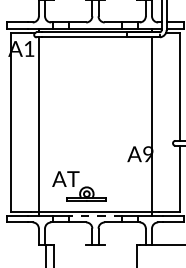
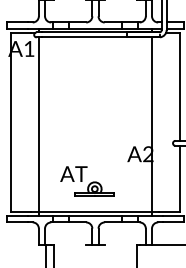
text at (148, 155): A9 -> A2
part at (79, 186) position: (79, 186) -> (87, 181)
line at (95, 216): dashed -> solid
